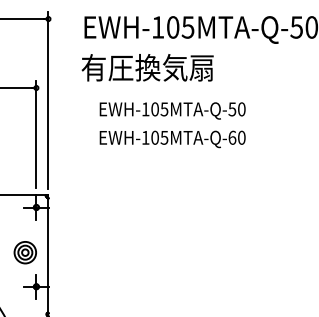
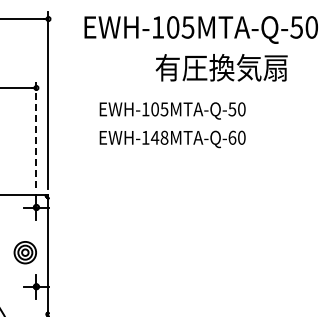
text at (147, 67) position: (147, 67) -> (221, 67)
line at (36, 134): solid -> dashed
text at (159, 137): EWH-105MTA-Q-60 -> EWH-148MTA-Q-60
